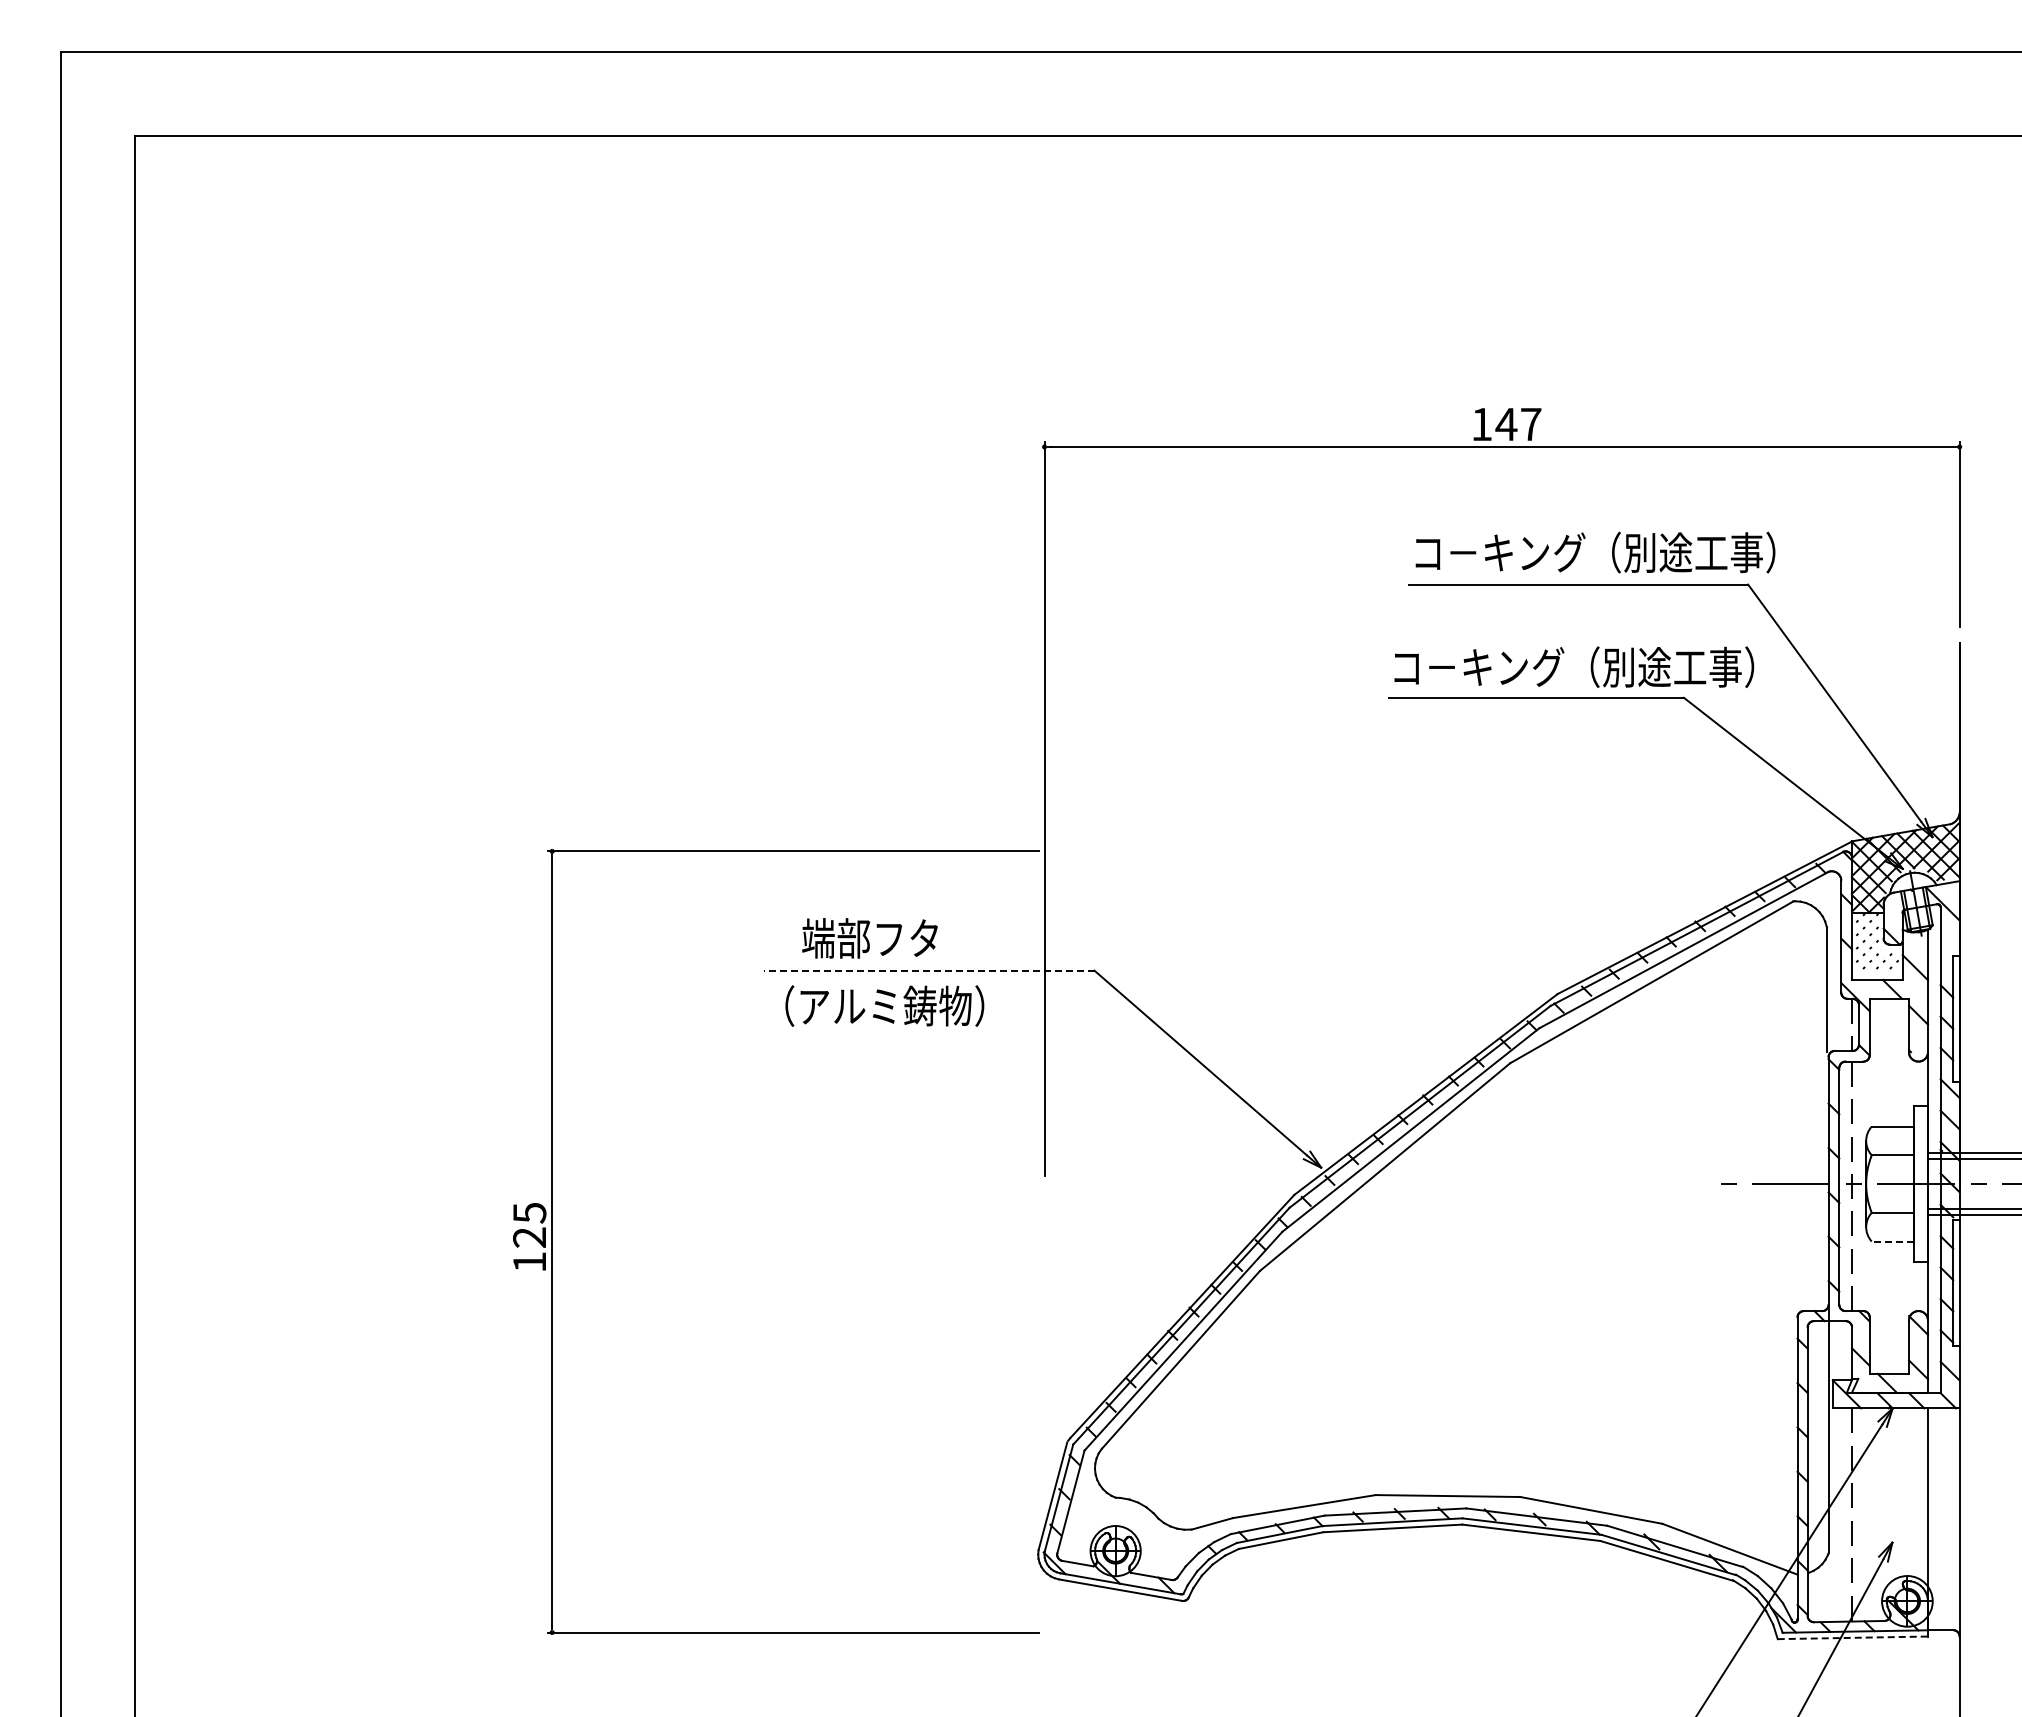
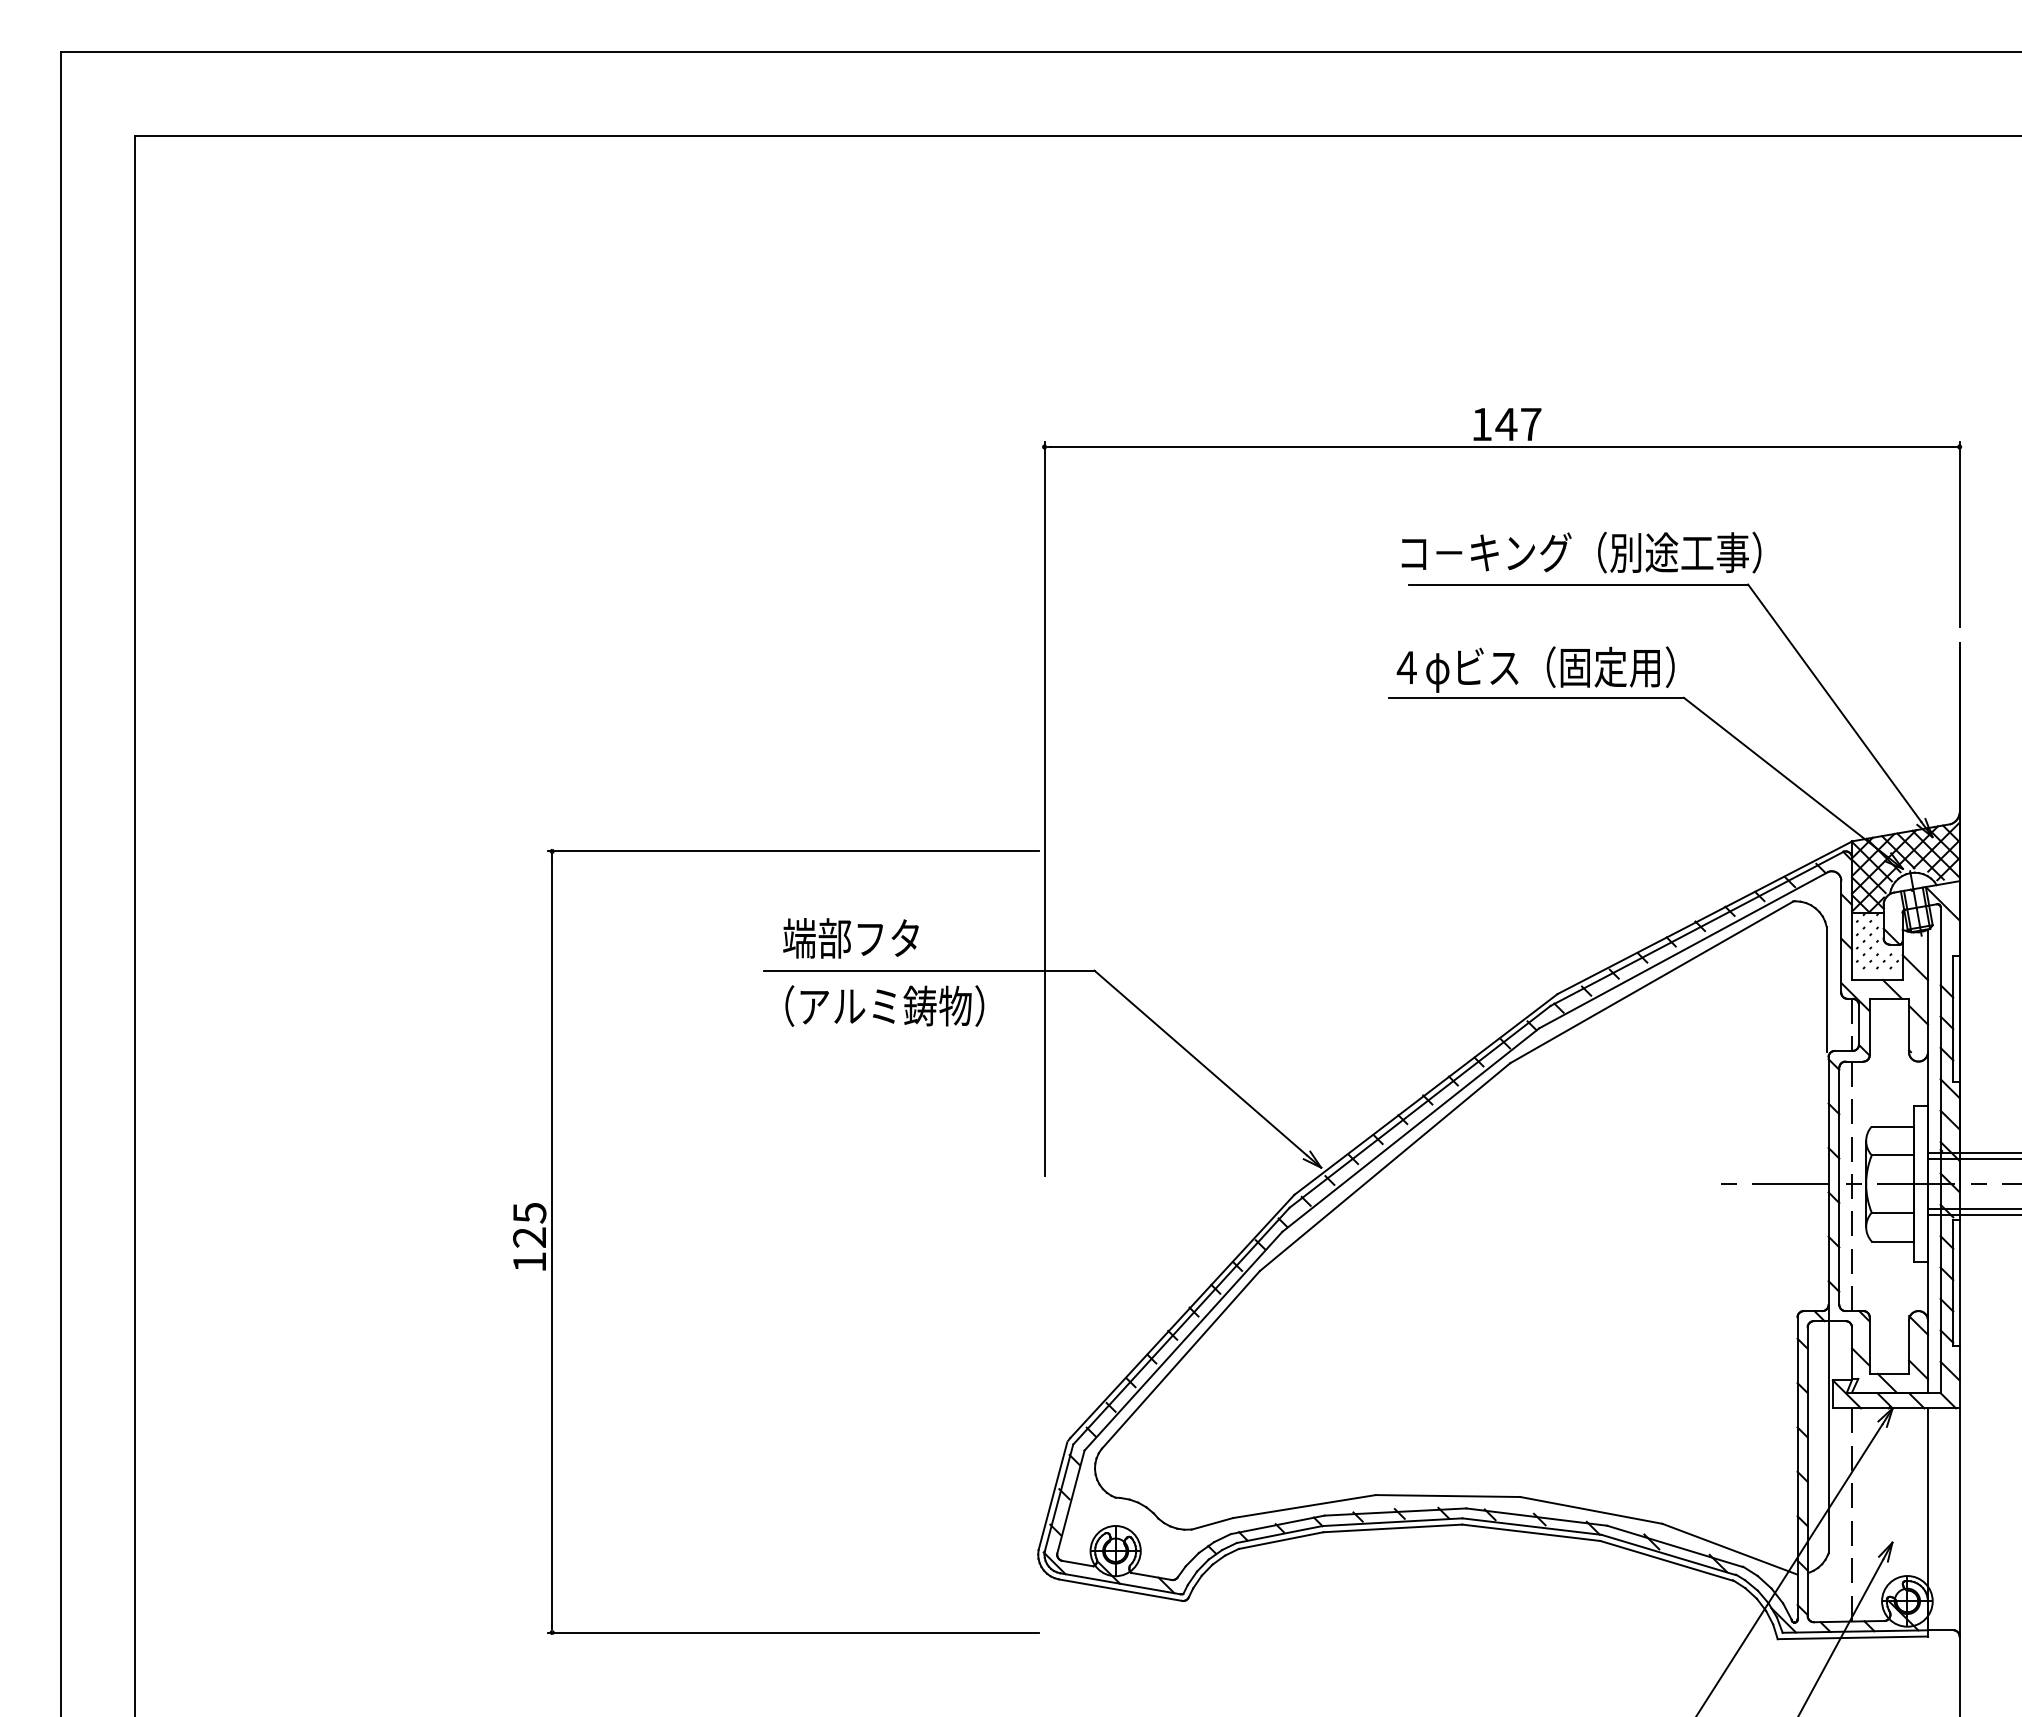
text at (1595, 552) position: (1595, 552) -> (1581, 552)
text at (1574, 669): コ－キング（別途工事） -> ４φビス（固定用）
text at (869, 938) position: (869, 938) -> (850, 938)
line at (928, 970): dashed -> solid
line at (1892, 1241): dashed -> solid
line at (1853, 1637): dashed -> solid
